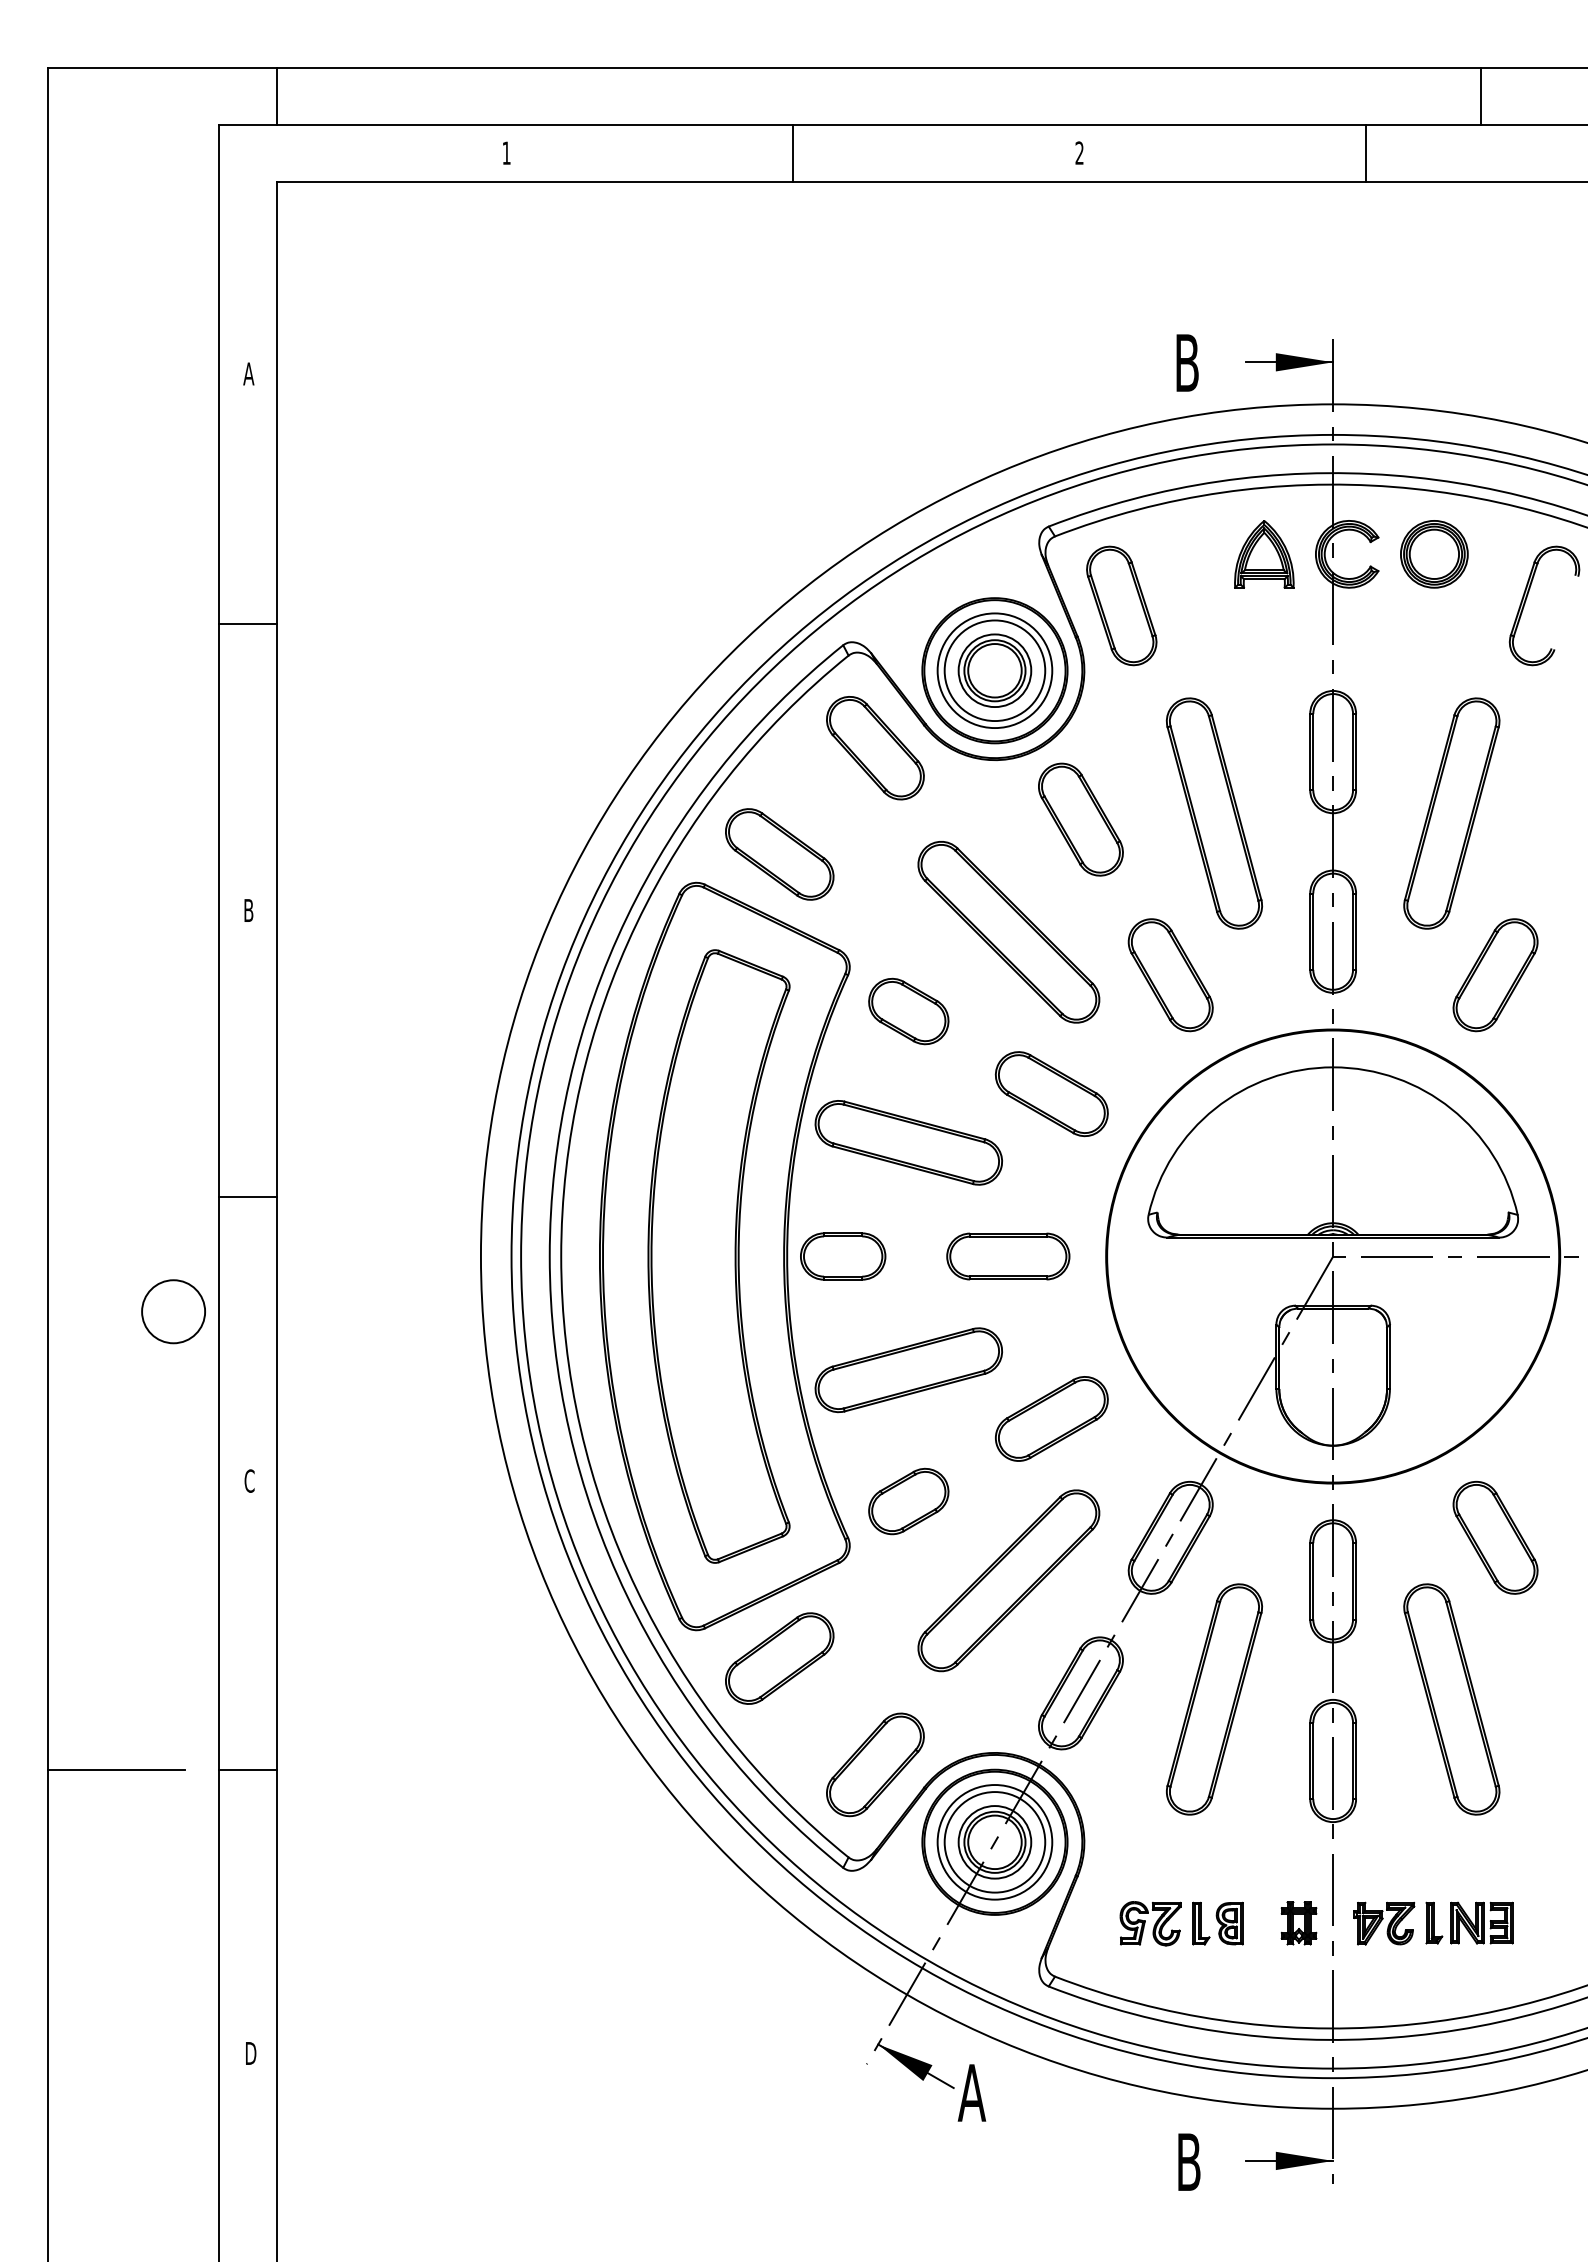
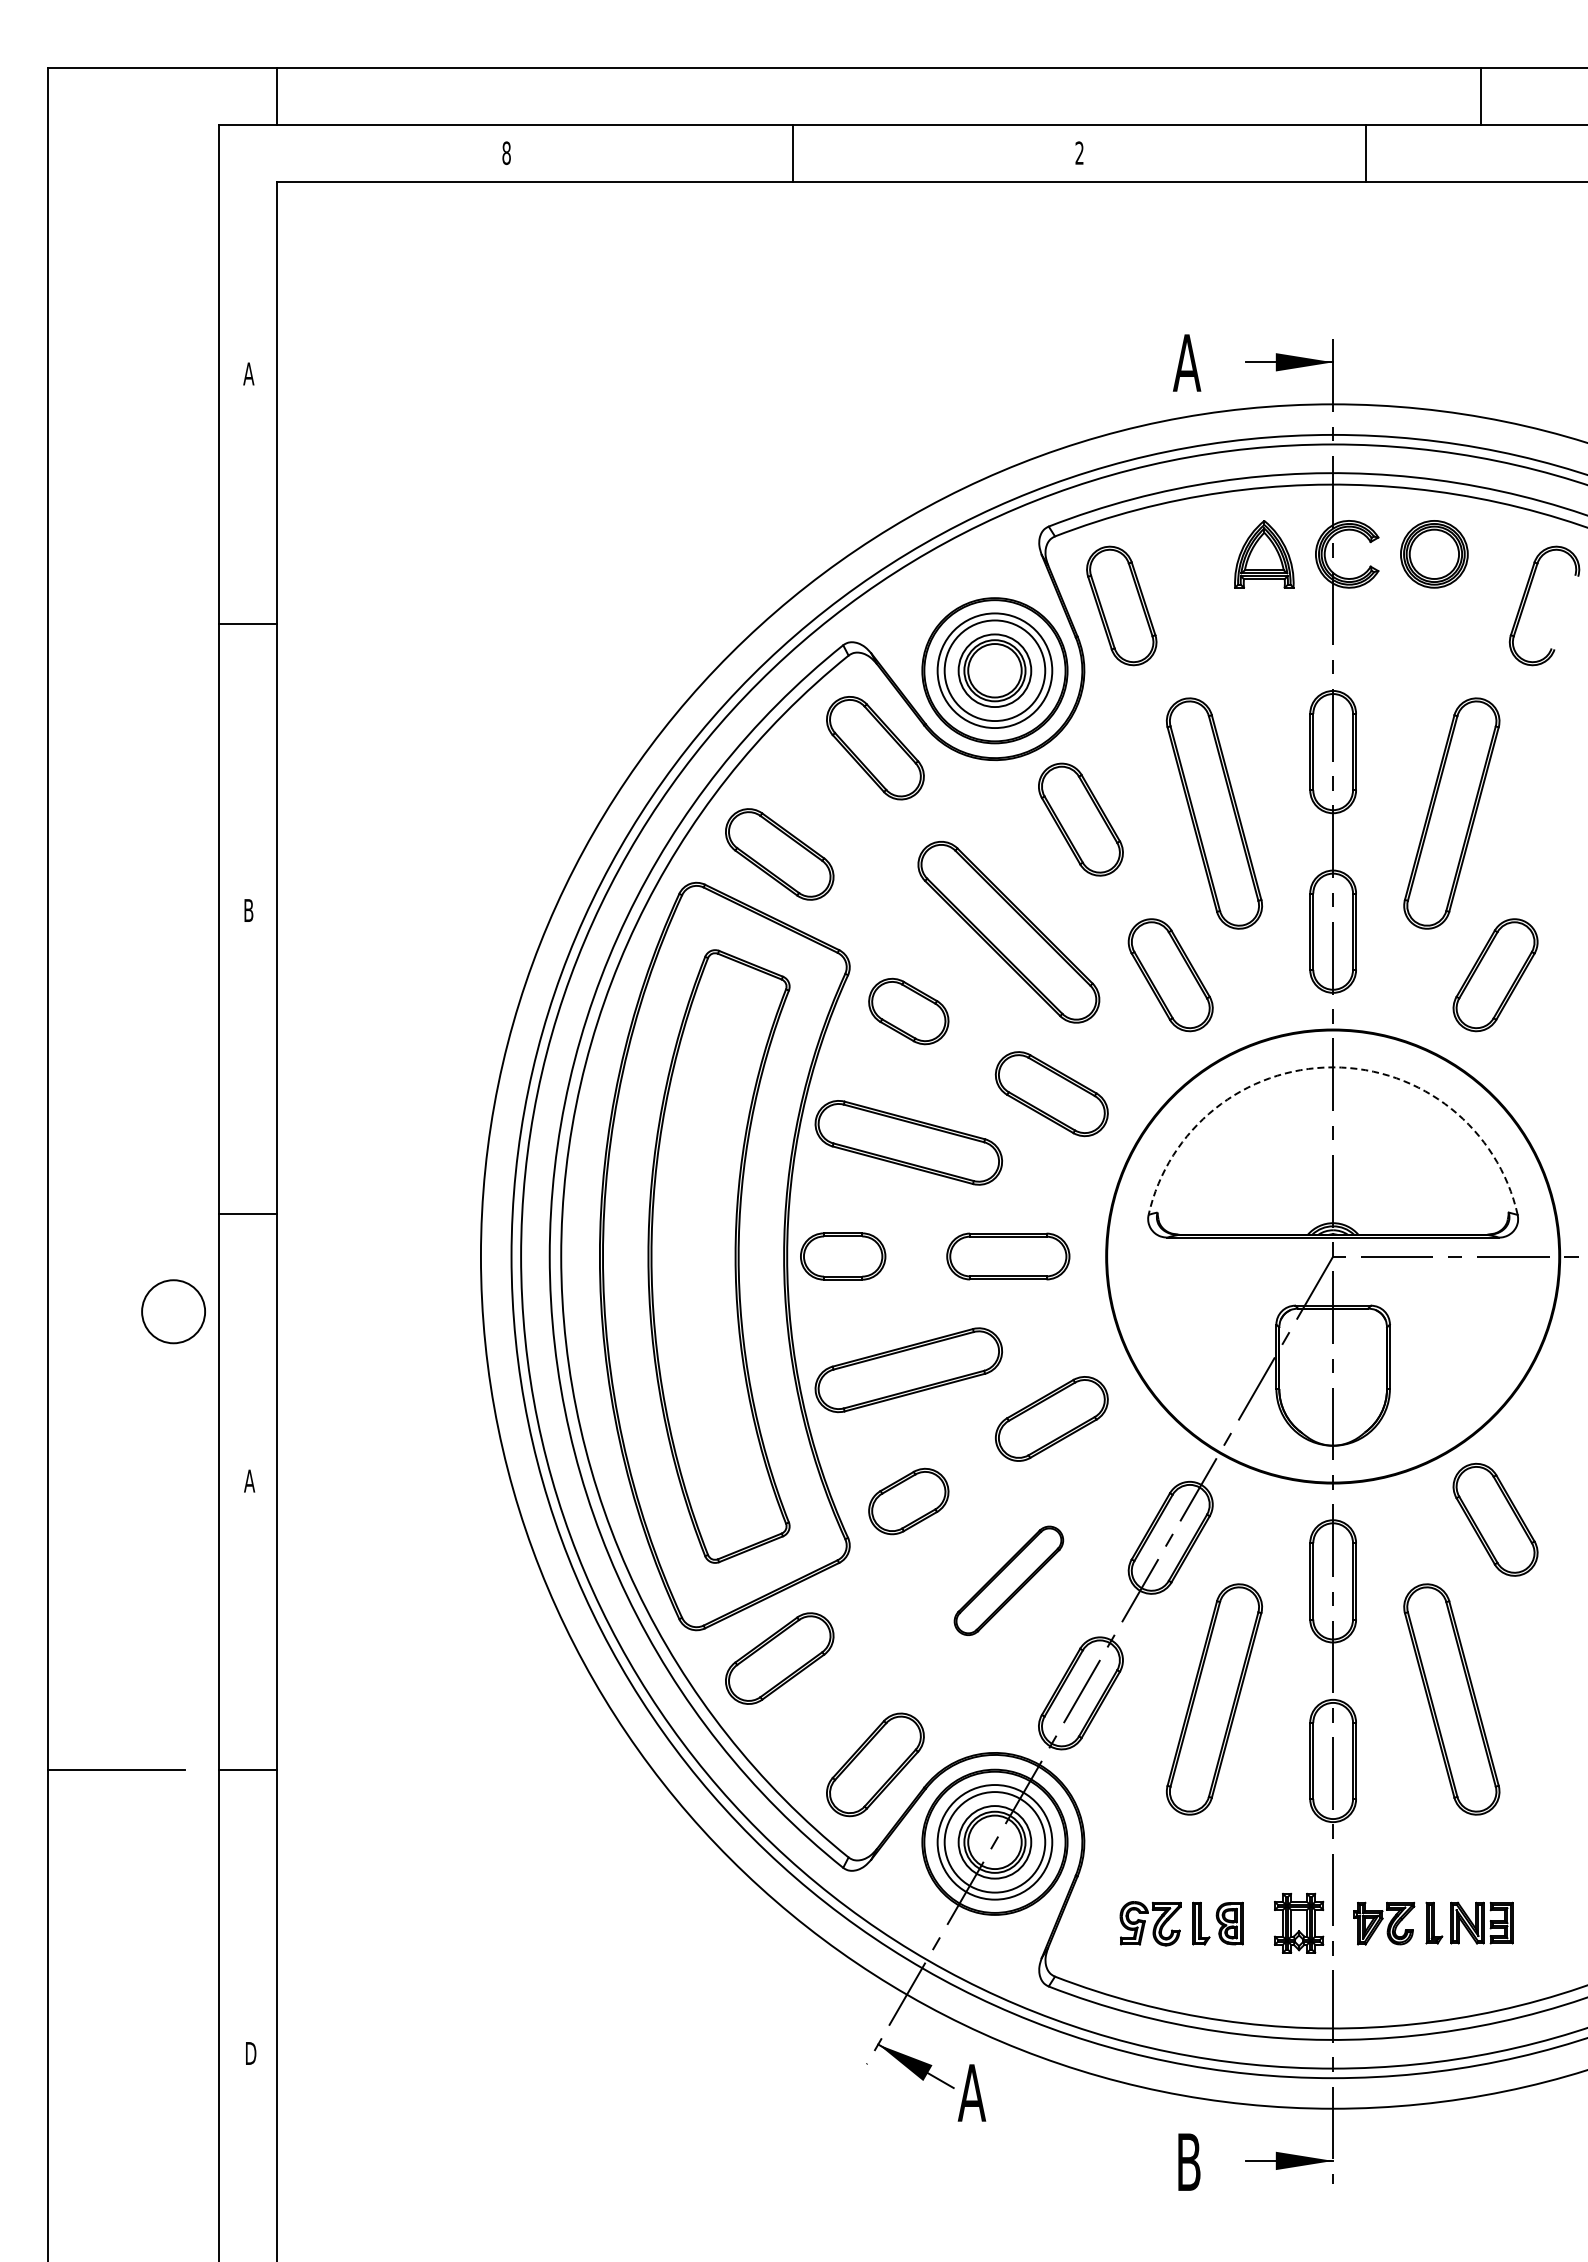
text at (506, 153): 1 -> 8
text at (1186, 362): B -> A
arc at (1333, 1067): solid -> dashed
line at (247, 1197) position: (247, 1197) -> (247, 1214)
text at (249, 1480): C -> A
part at (1495, 1537) position: (1495, 1537) -> (1495, 1519)
part at (1008, 1580) size: 184x184 px -> 112x111 px
part at (1298, 1923) size: 38x45 px -> 51x62 px
